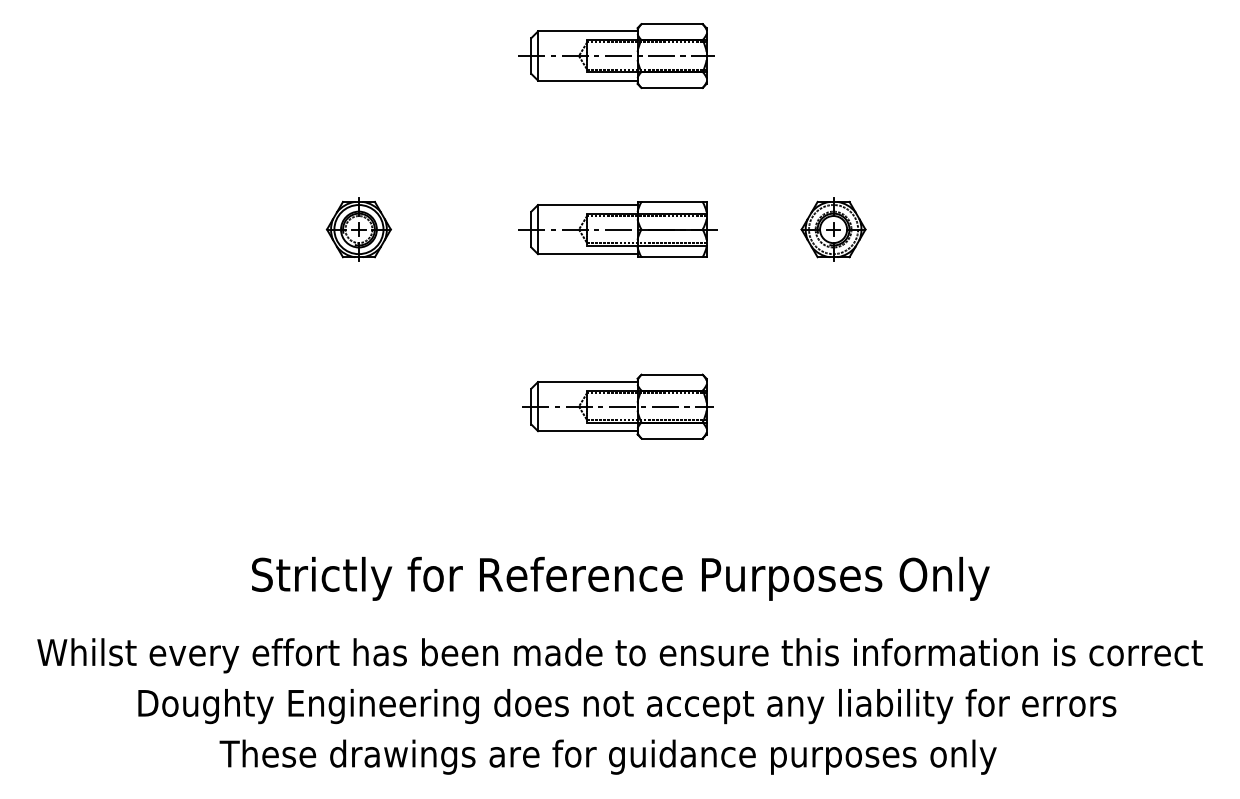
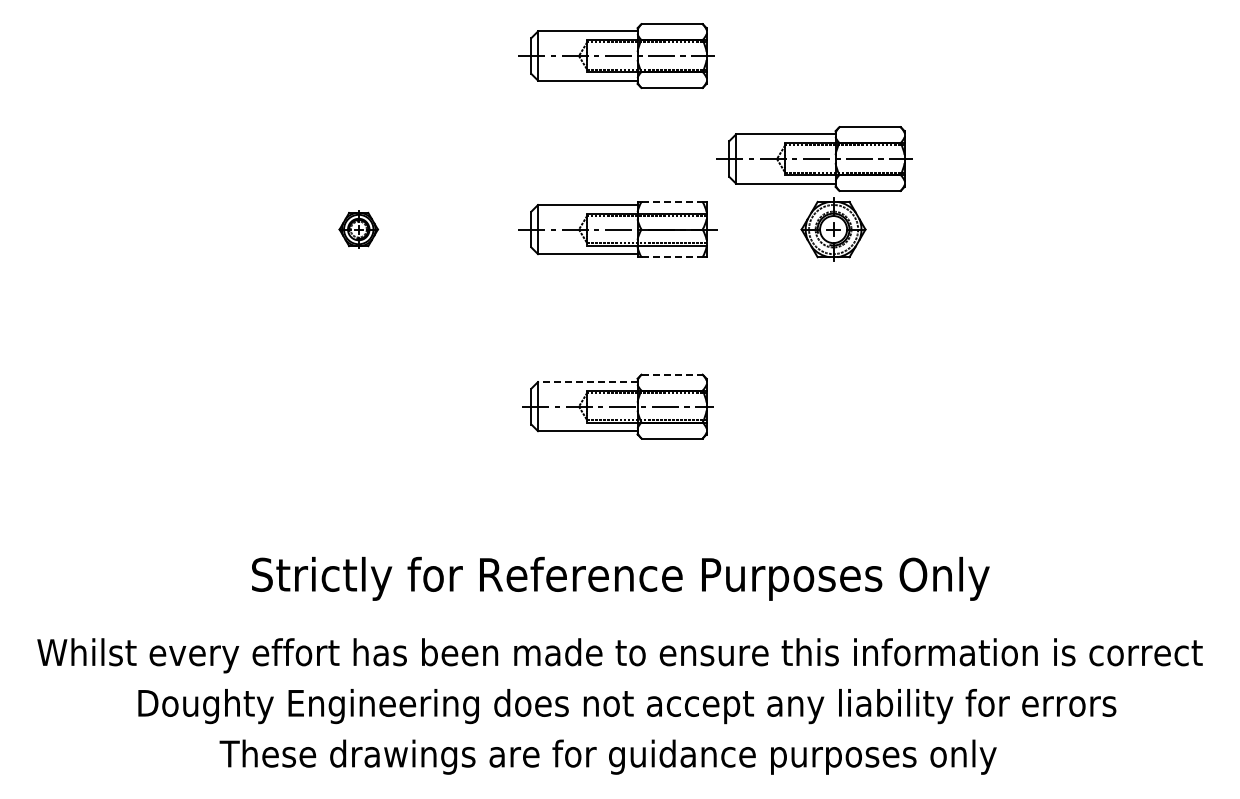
part at (814, 158): none -> present
line at (672, 201): solid -> dashed
part at (358, 229) size: 67x65 px -> 42x39 px
line at (672, 257): solid -> dashed
line at (672, 374): solid -> dashed
line at (587, 382): solid -> dashed
